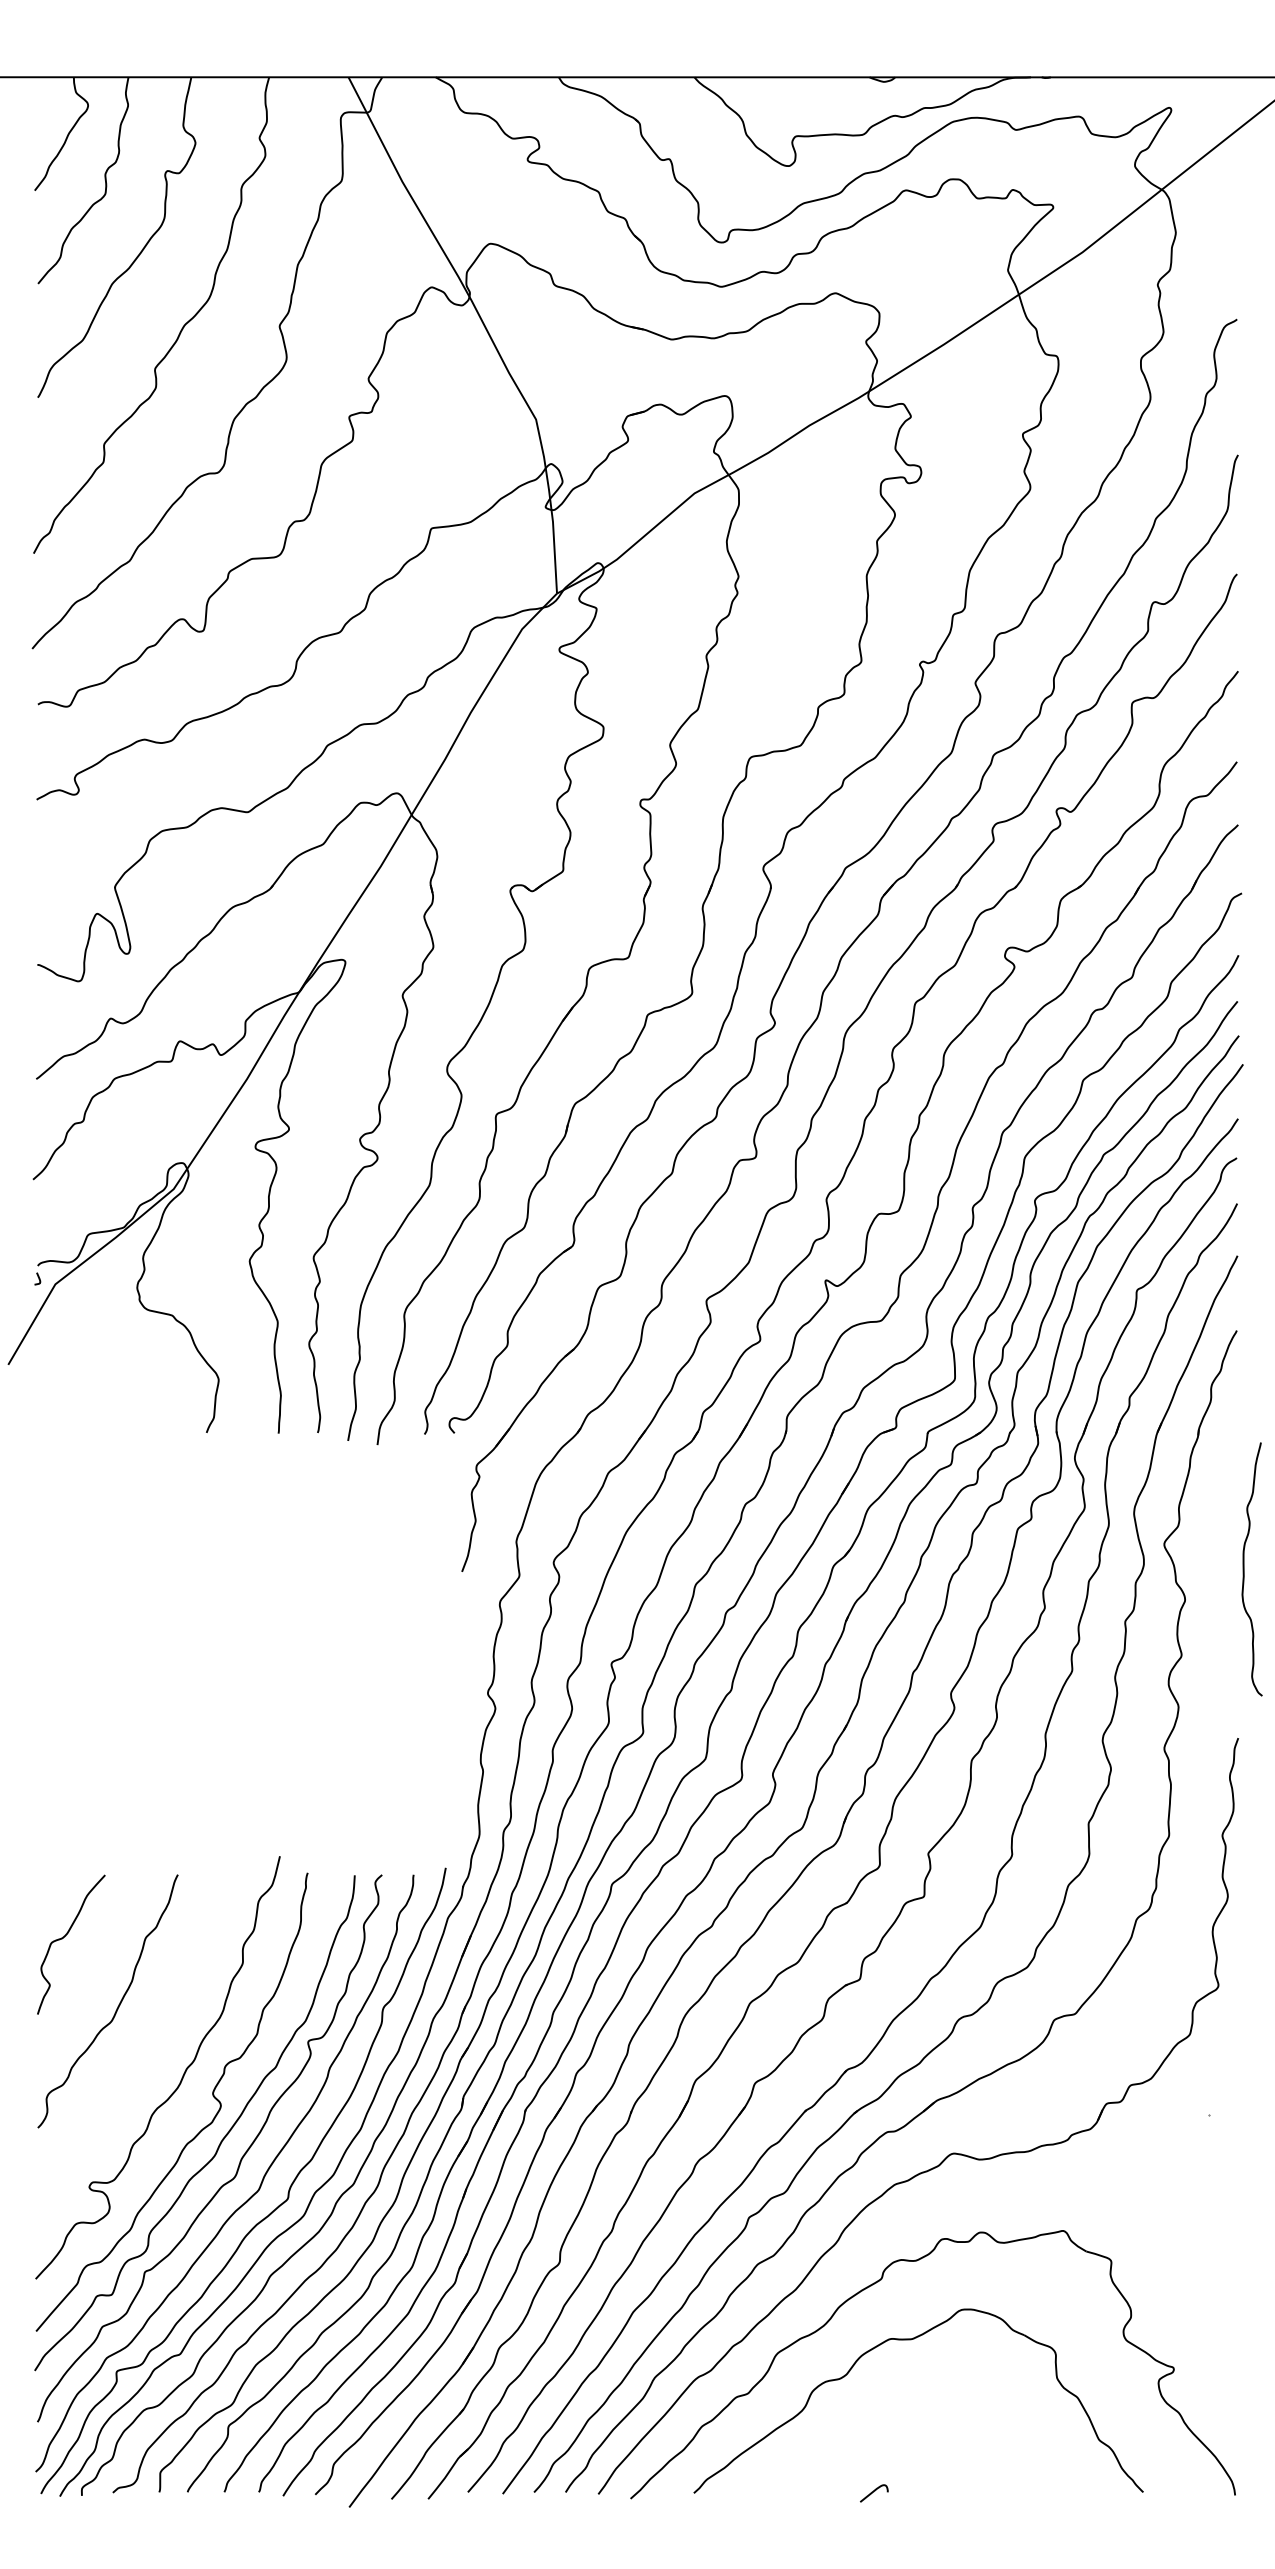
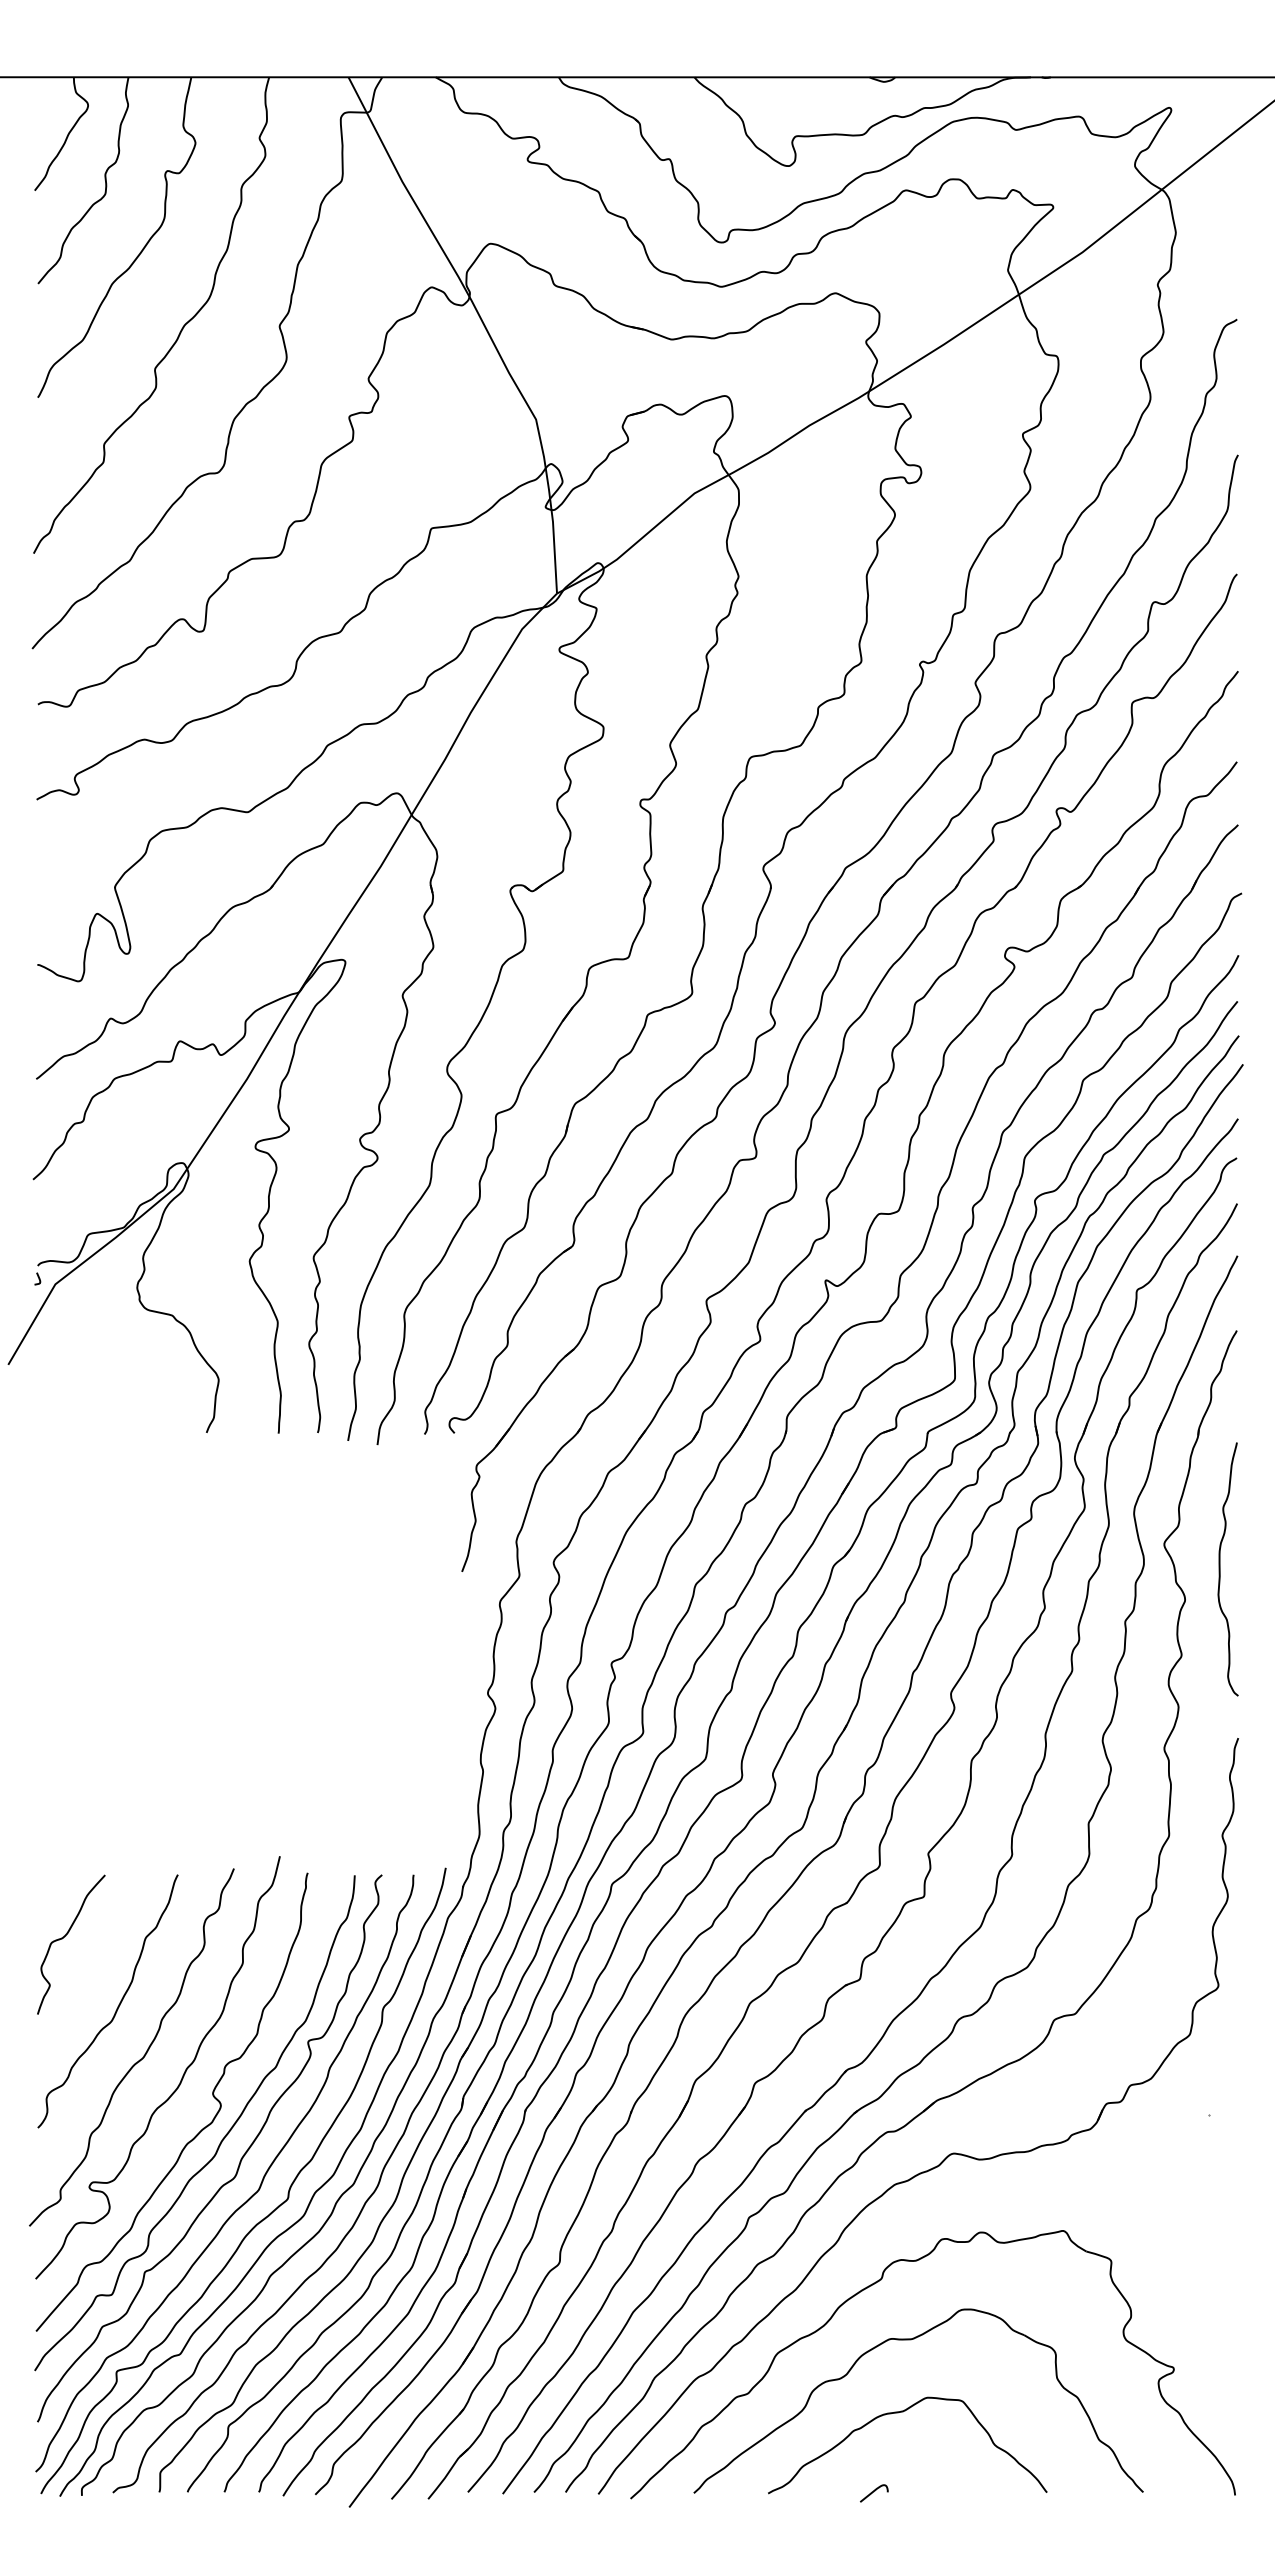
curve at (1244, 1569) position: (1244, 1569) -> (1220, 1569)
curve at (144, 2053): none -> present
curve at (903, 2412): none -> present
